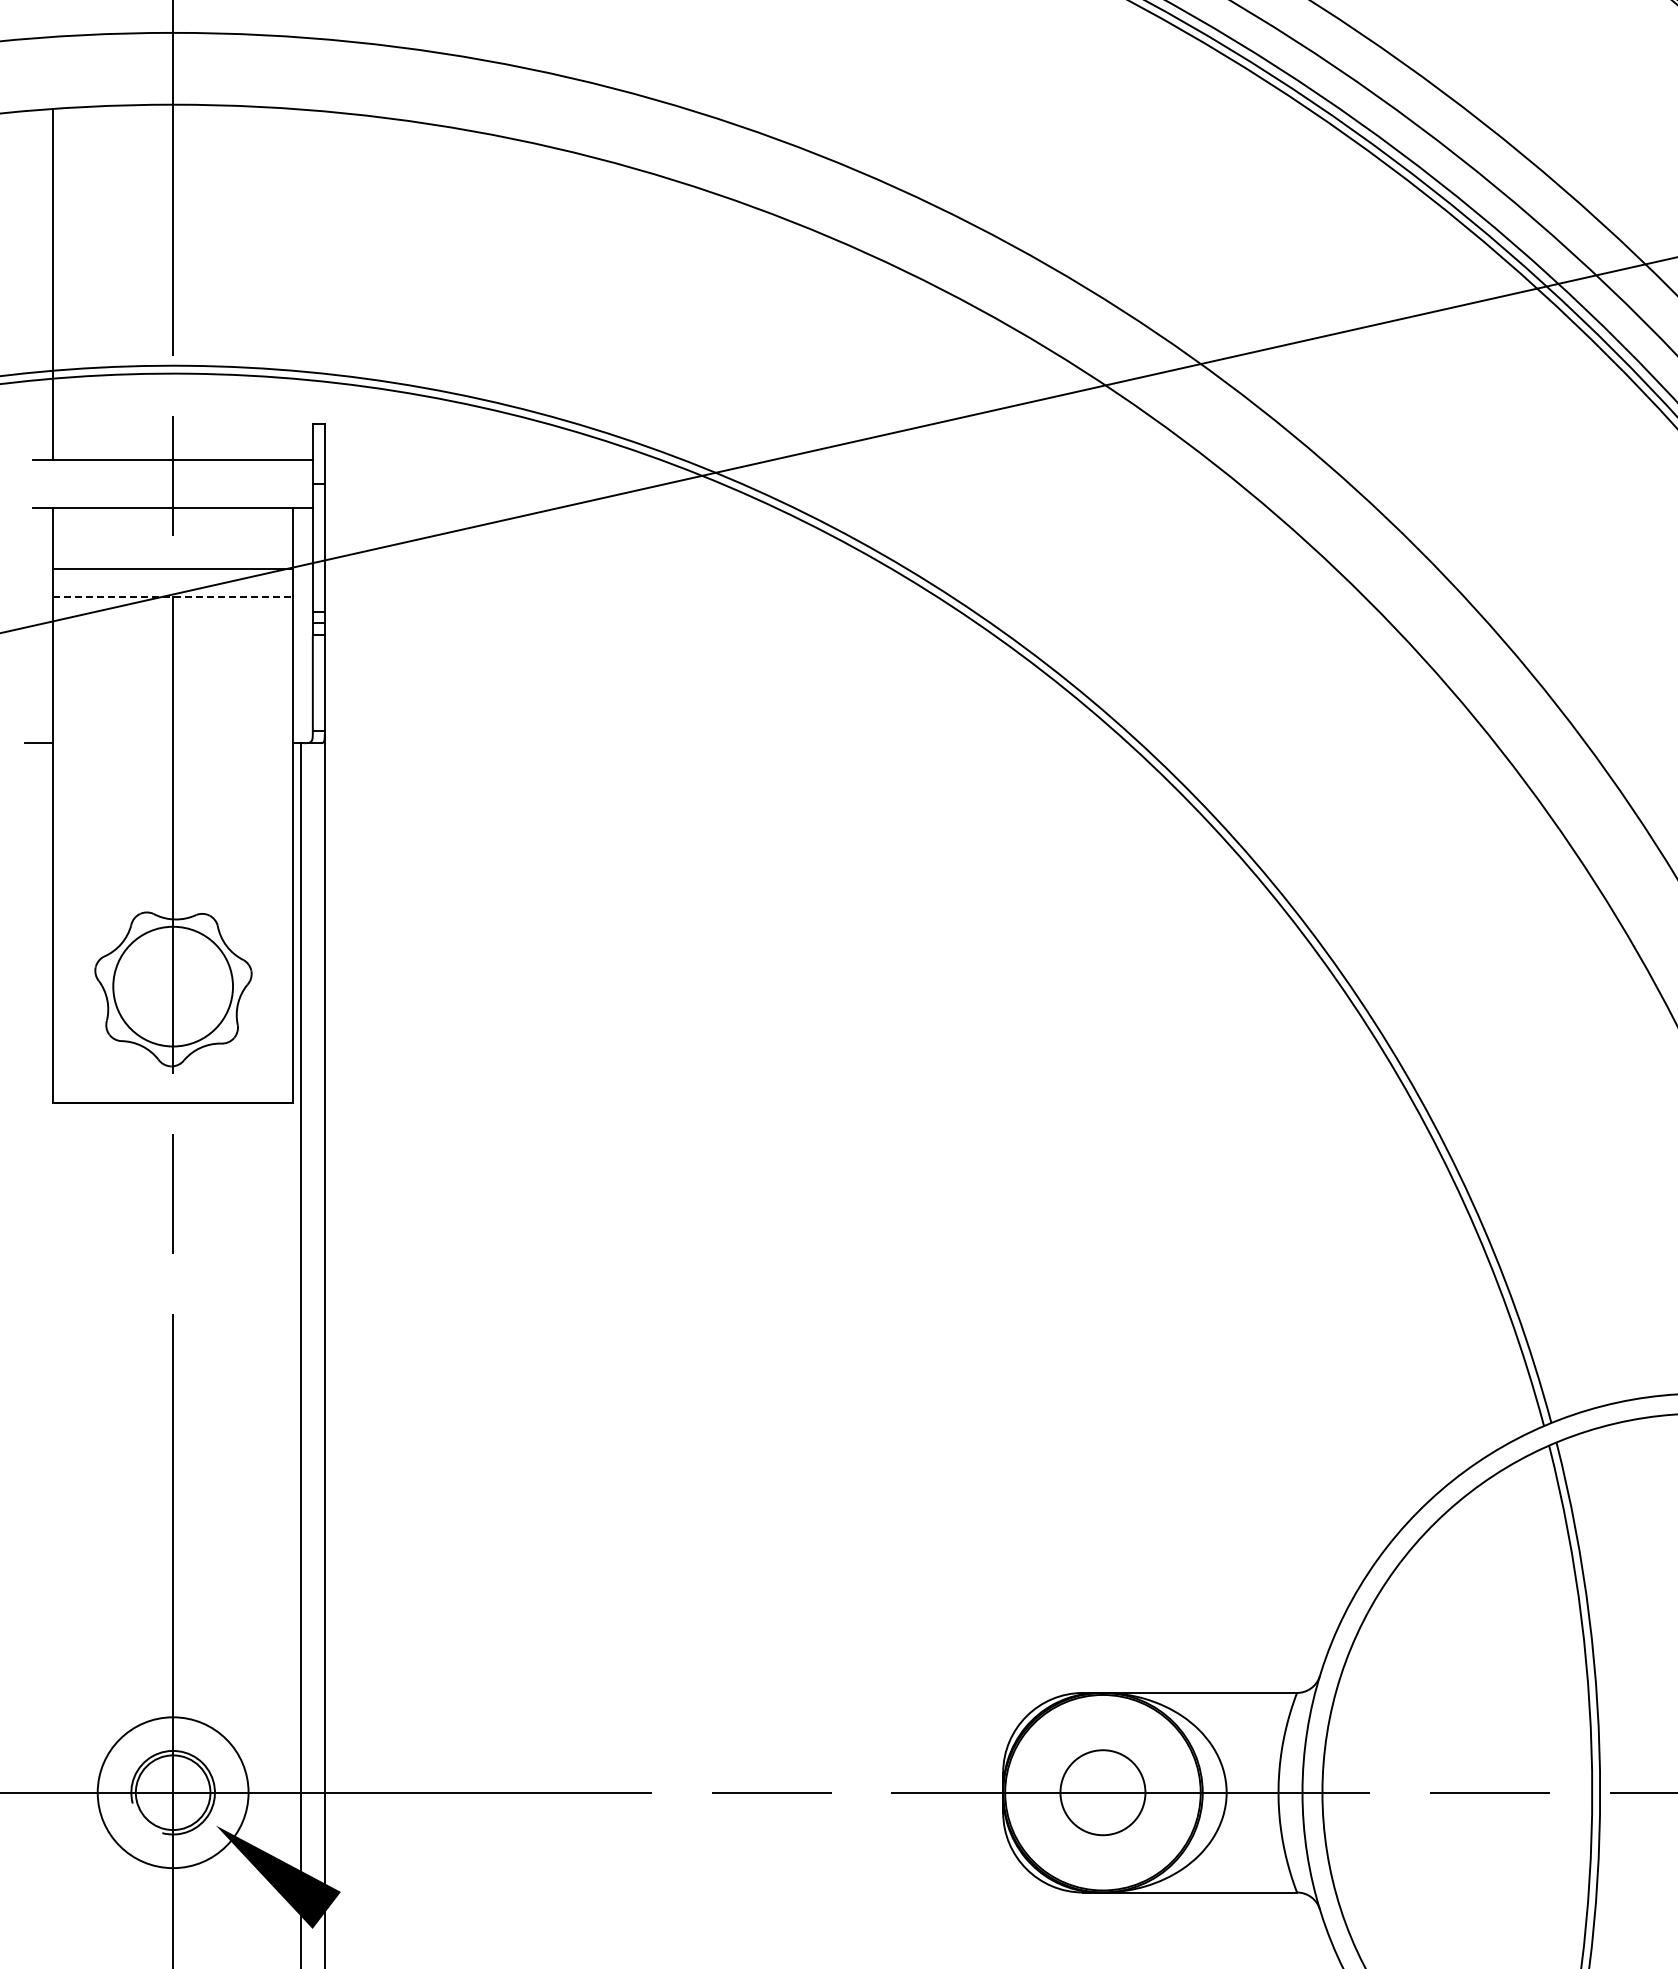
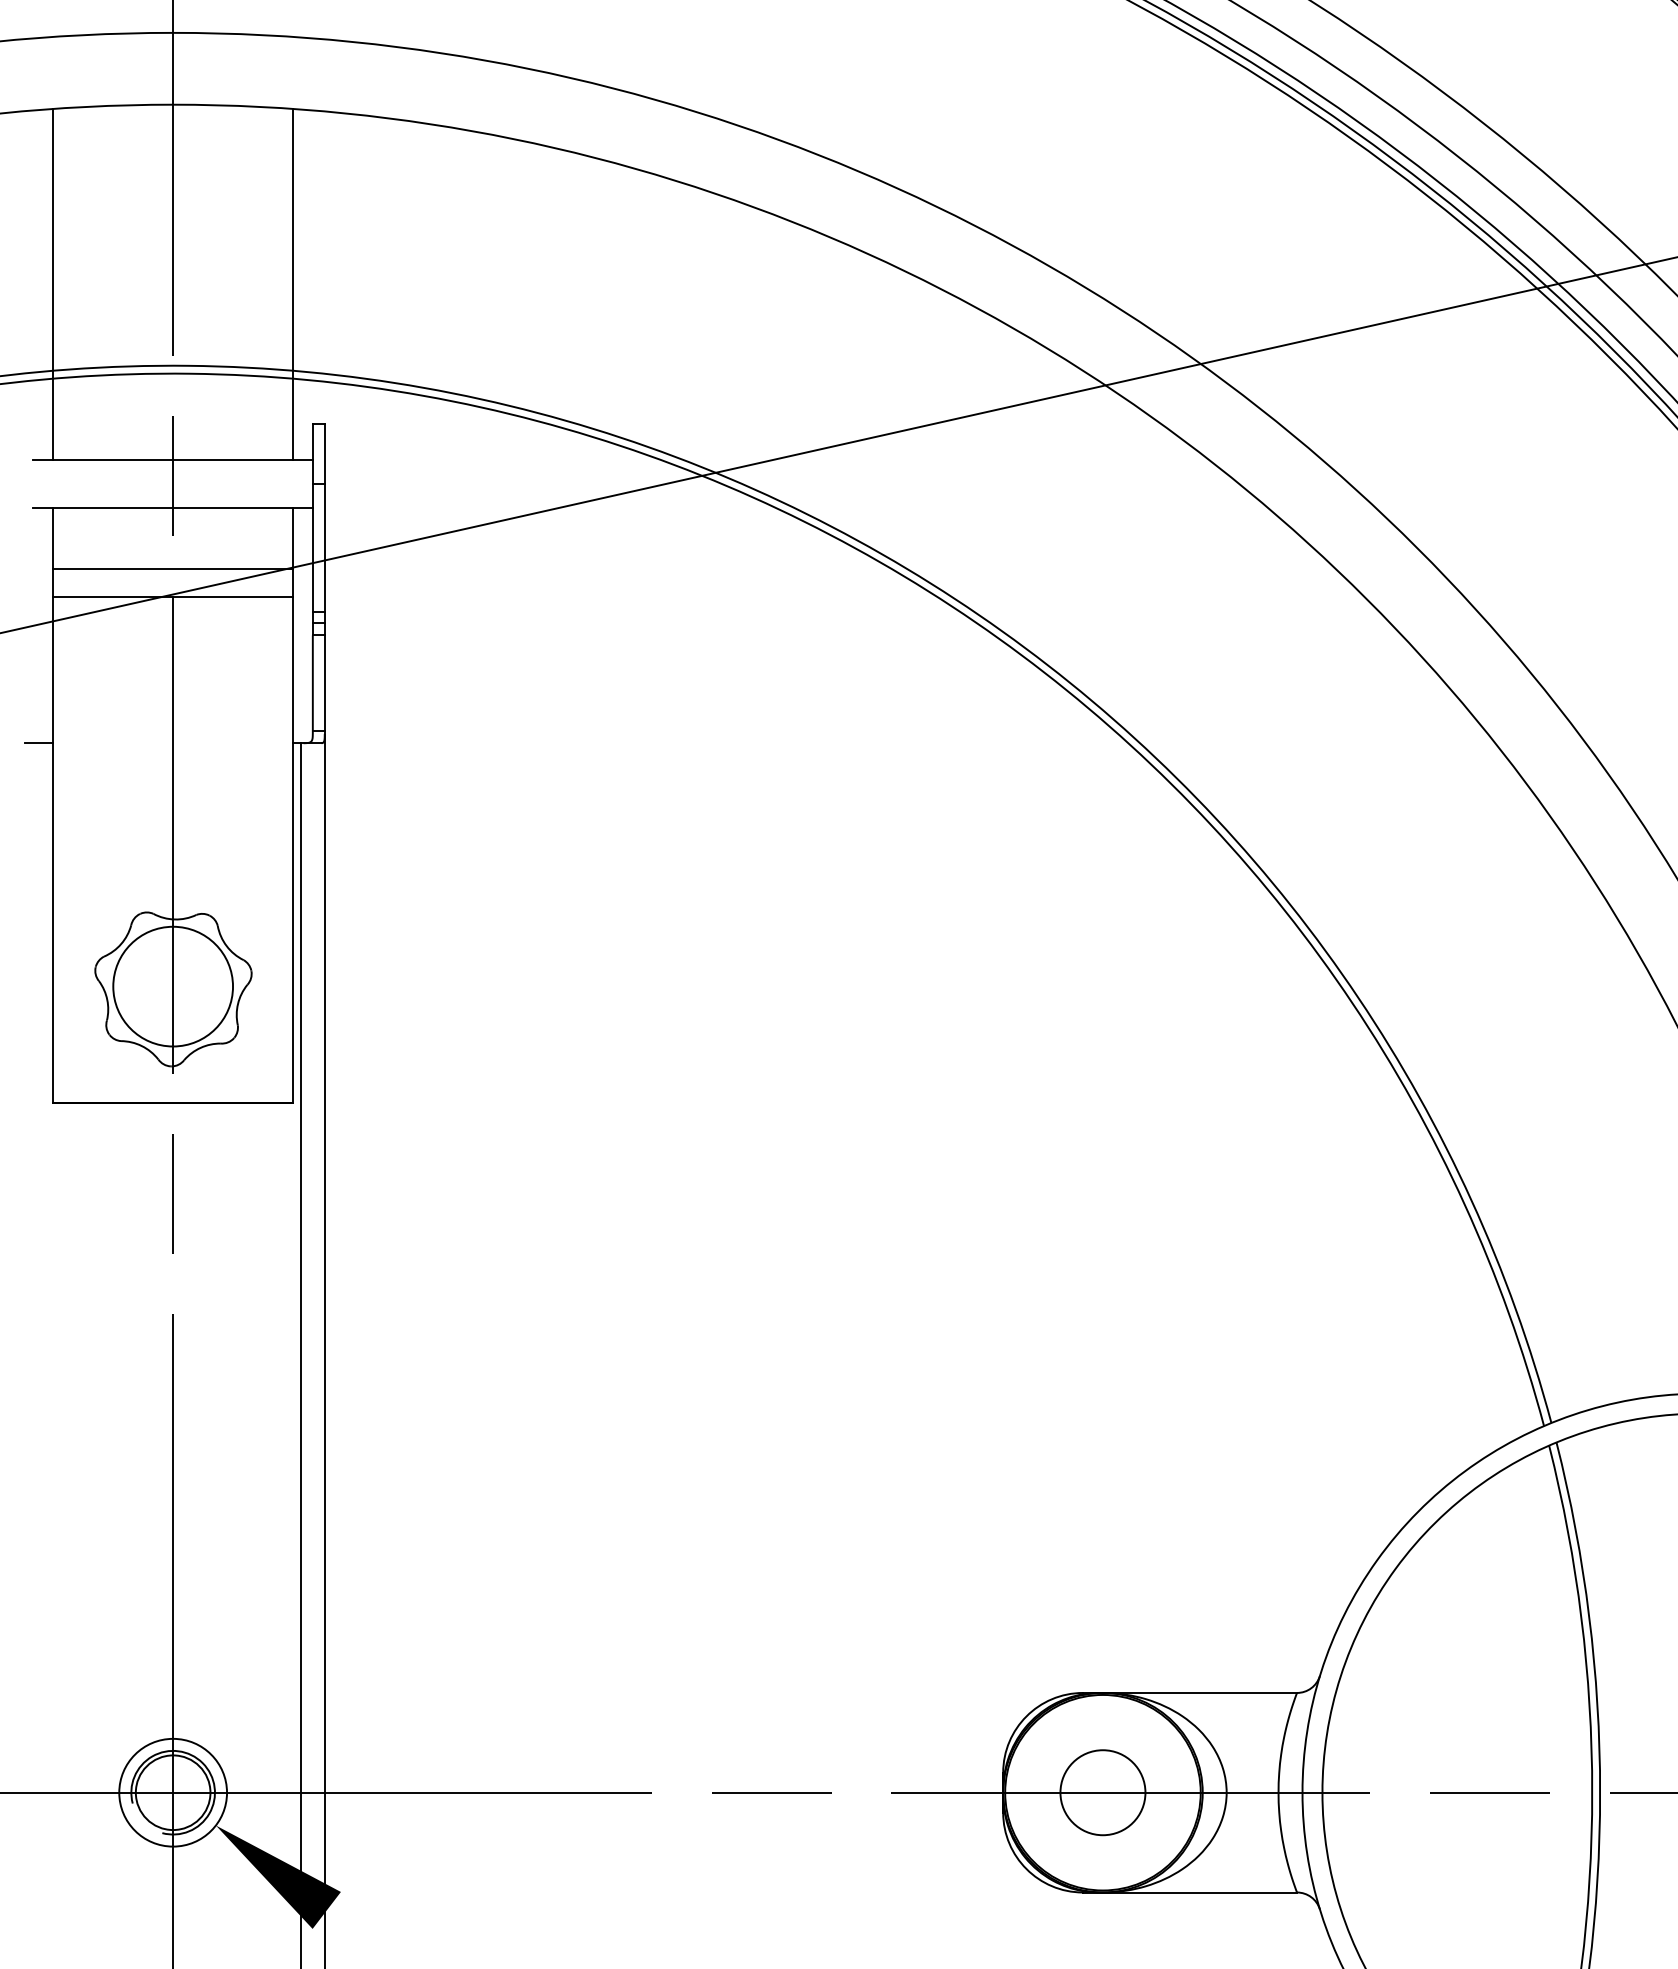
line at (292, 283): none -> present
line at (173, 596): dashed -> solid
circle at (172, 1792) diameter: 151 px -> 108 px
